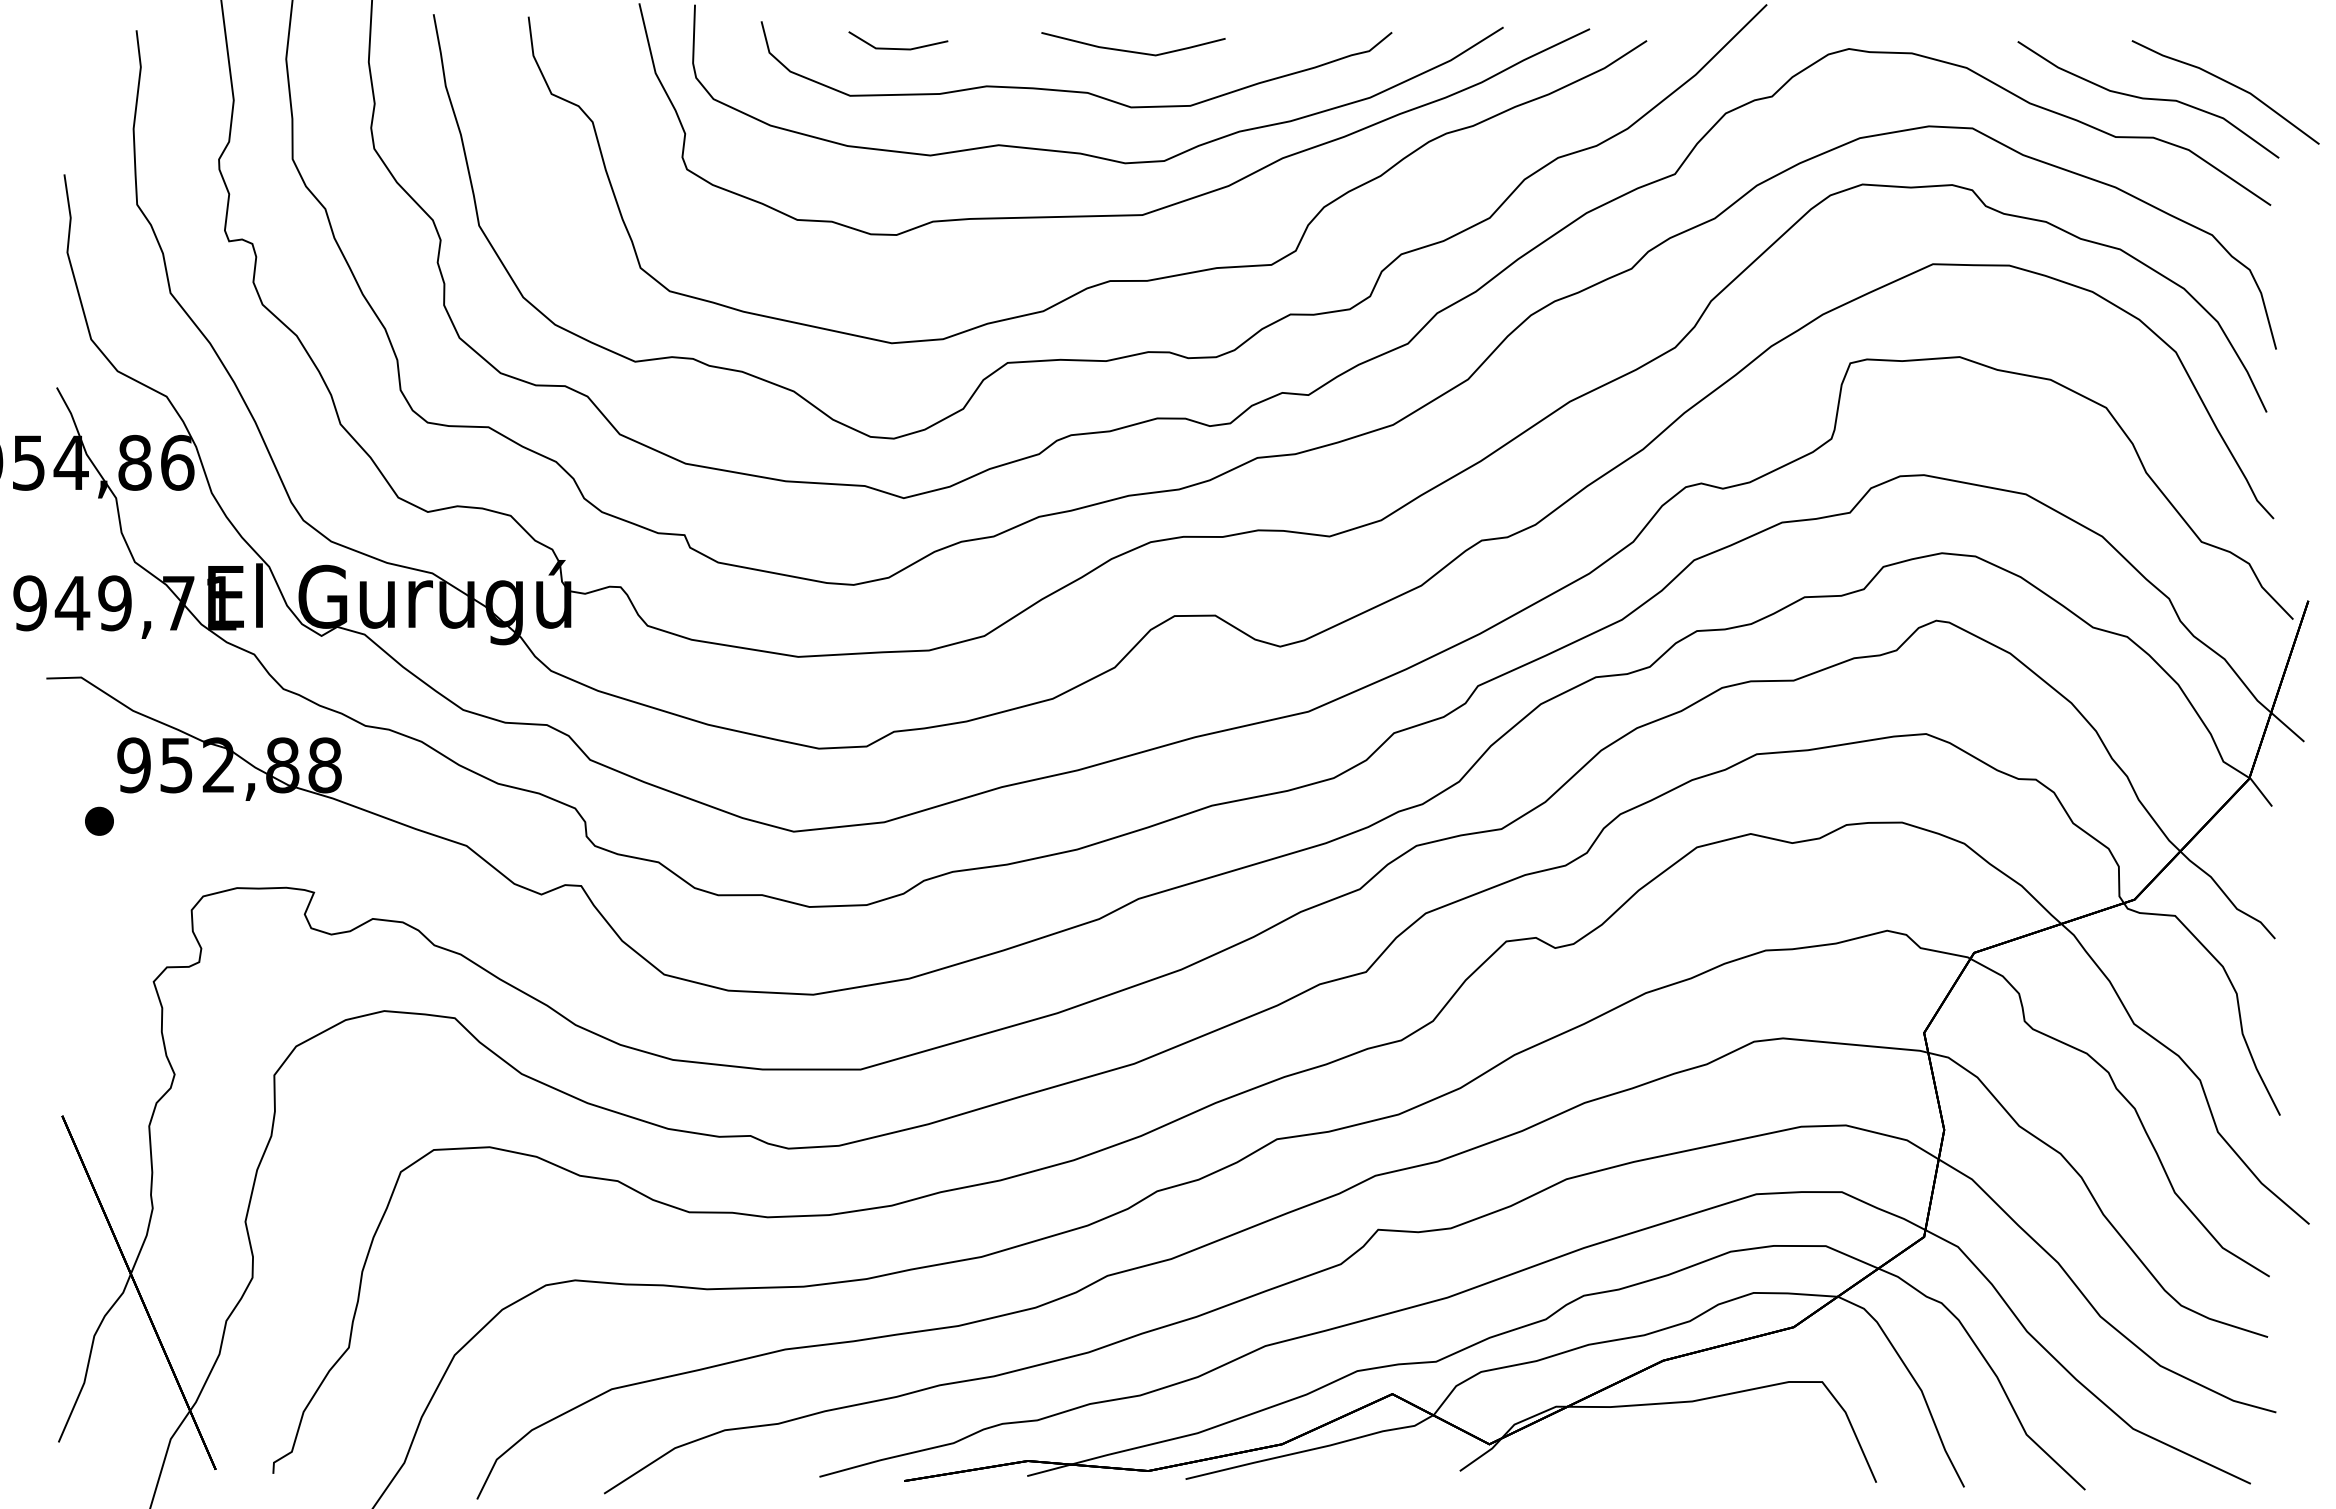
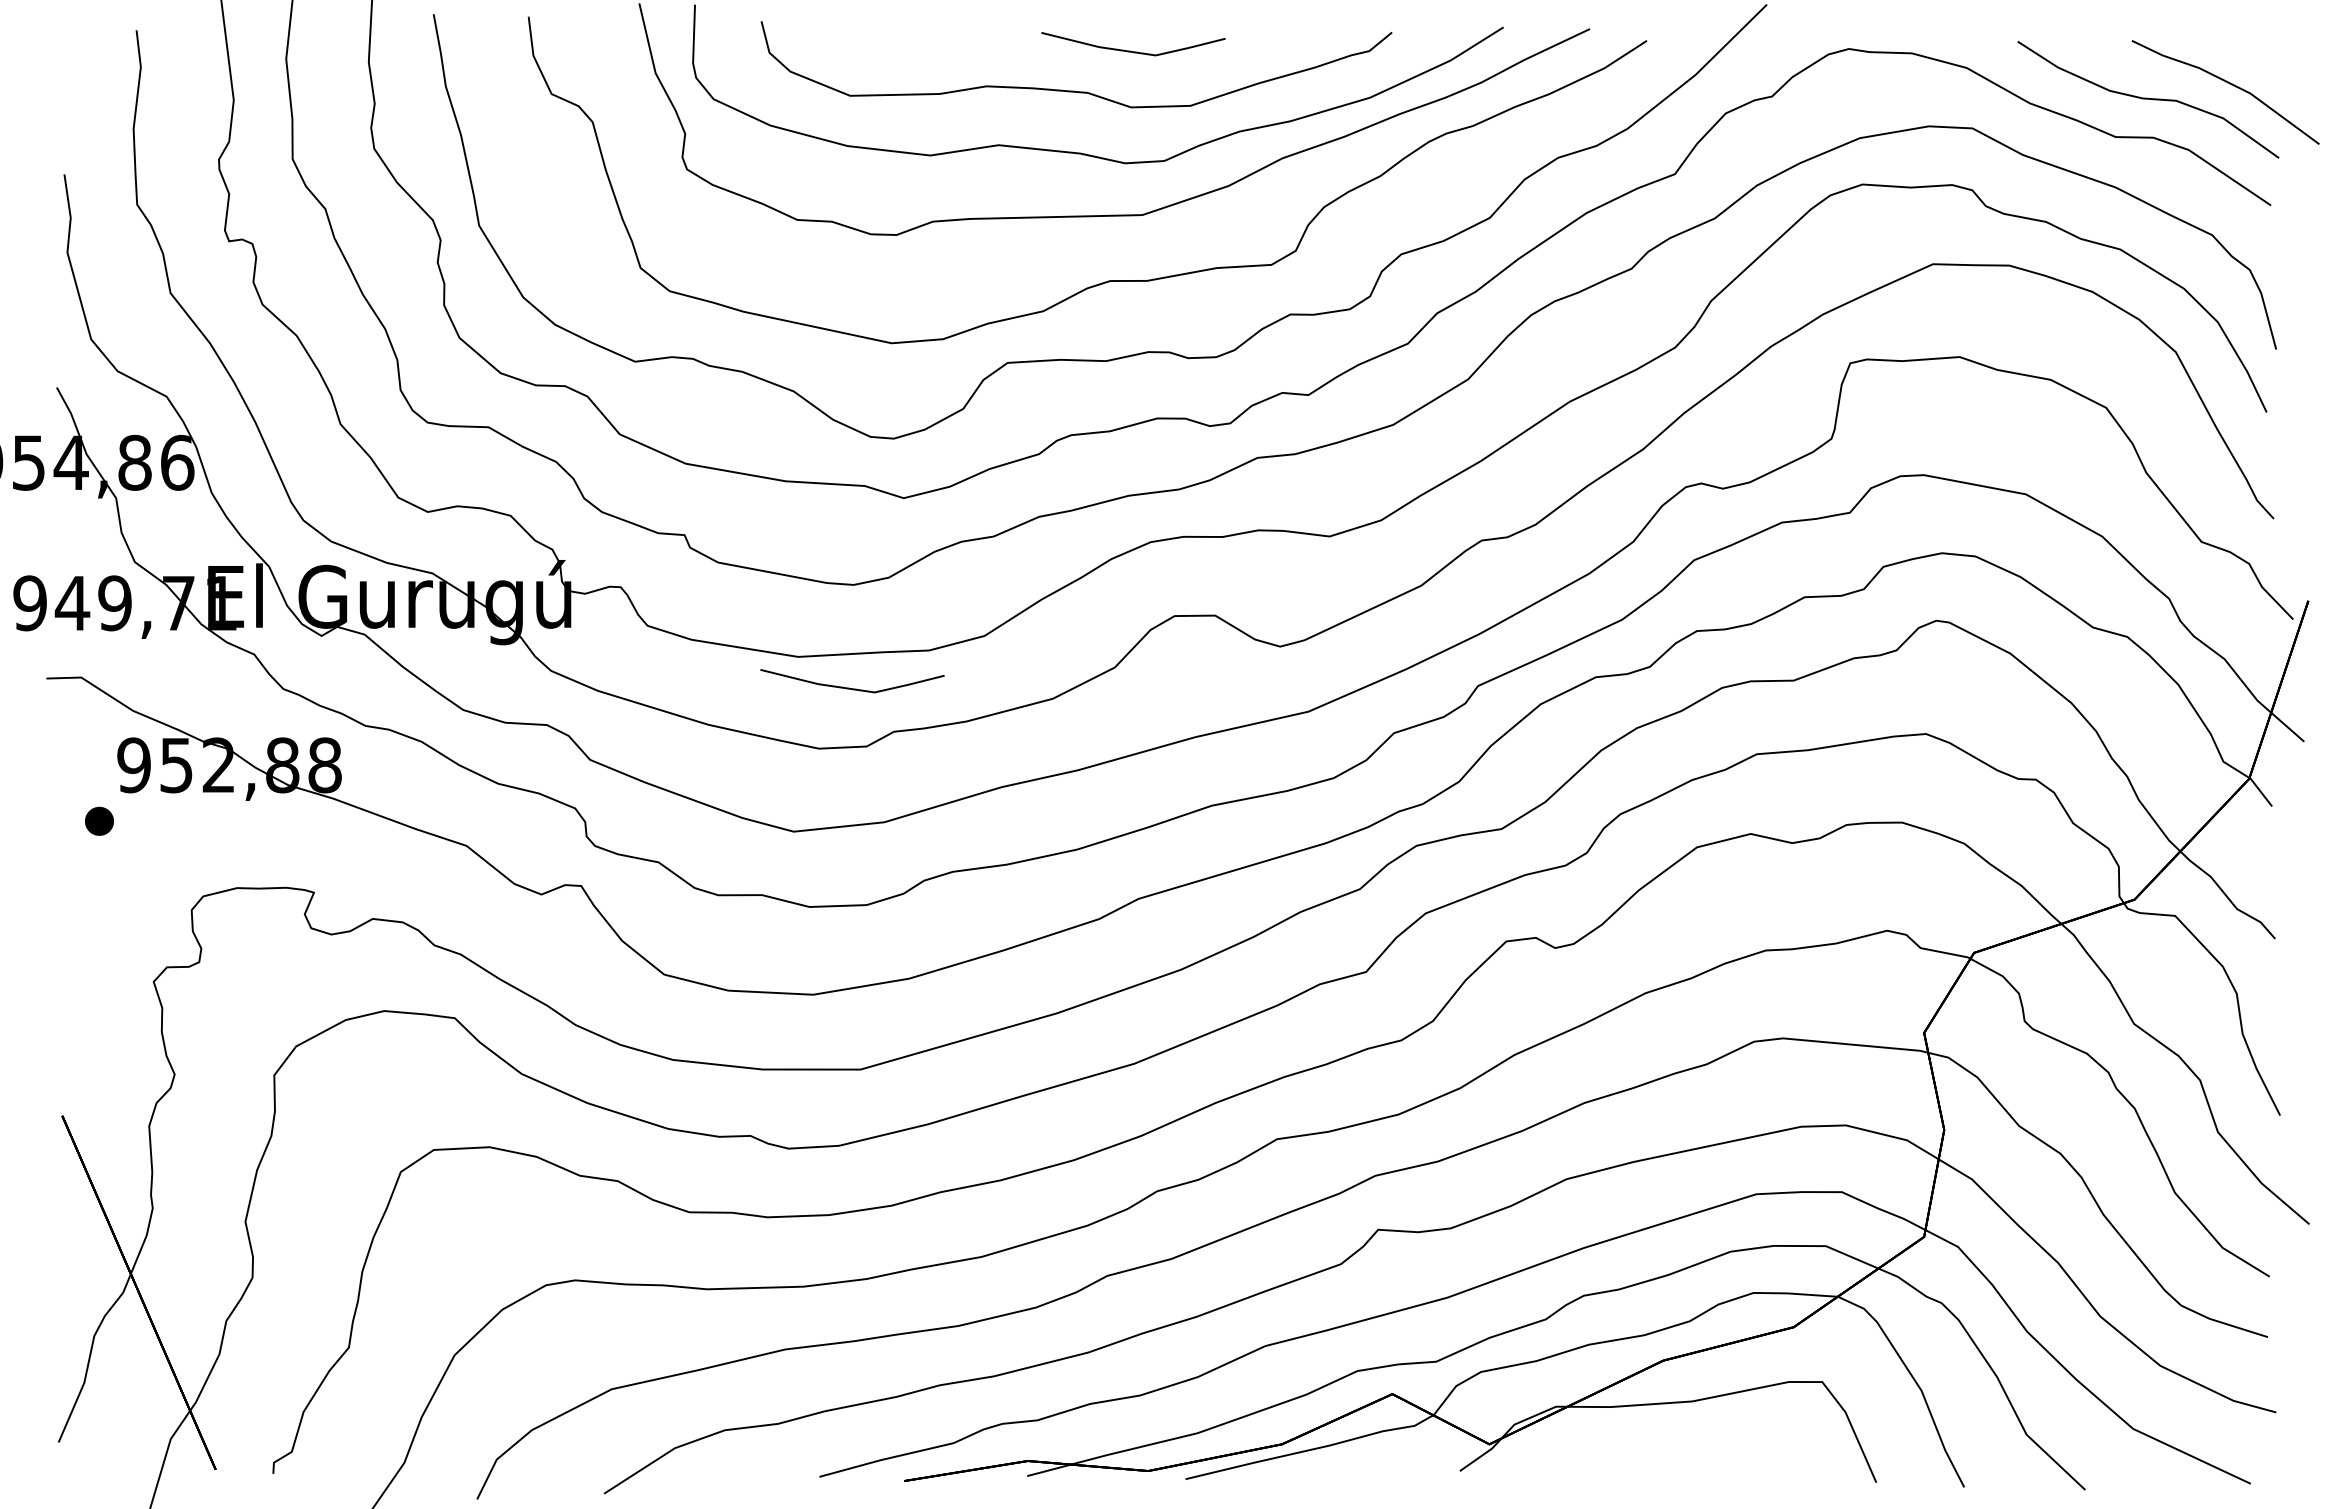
line at (898, 48): present -> none
line at (849, 687): none -> present
